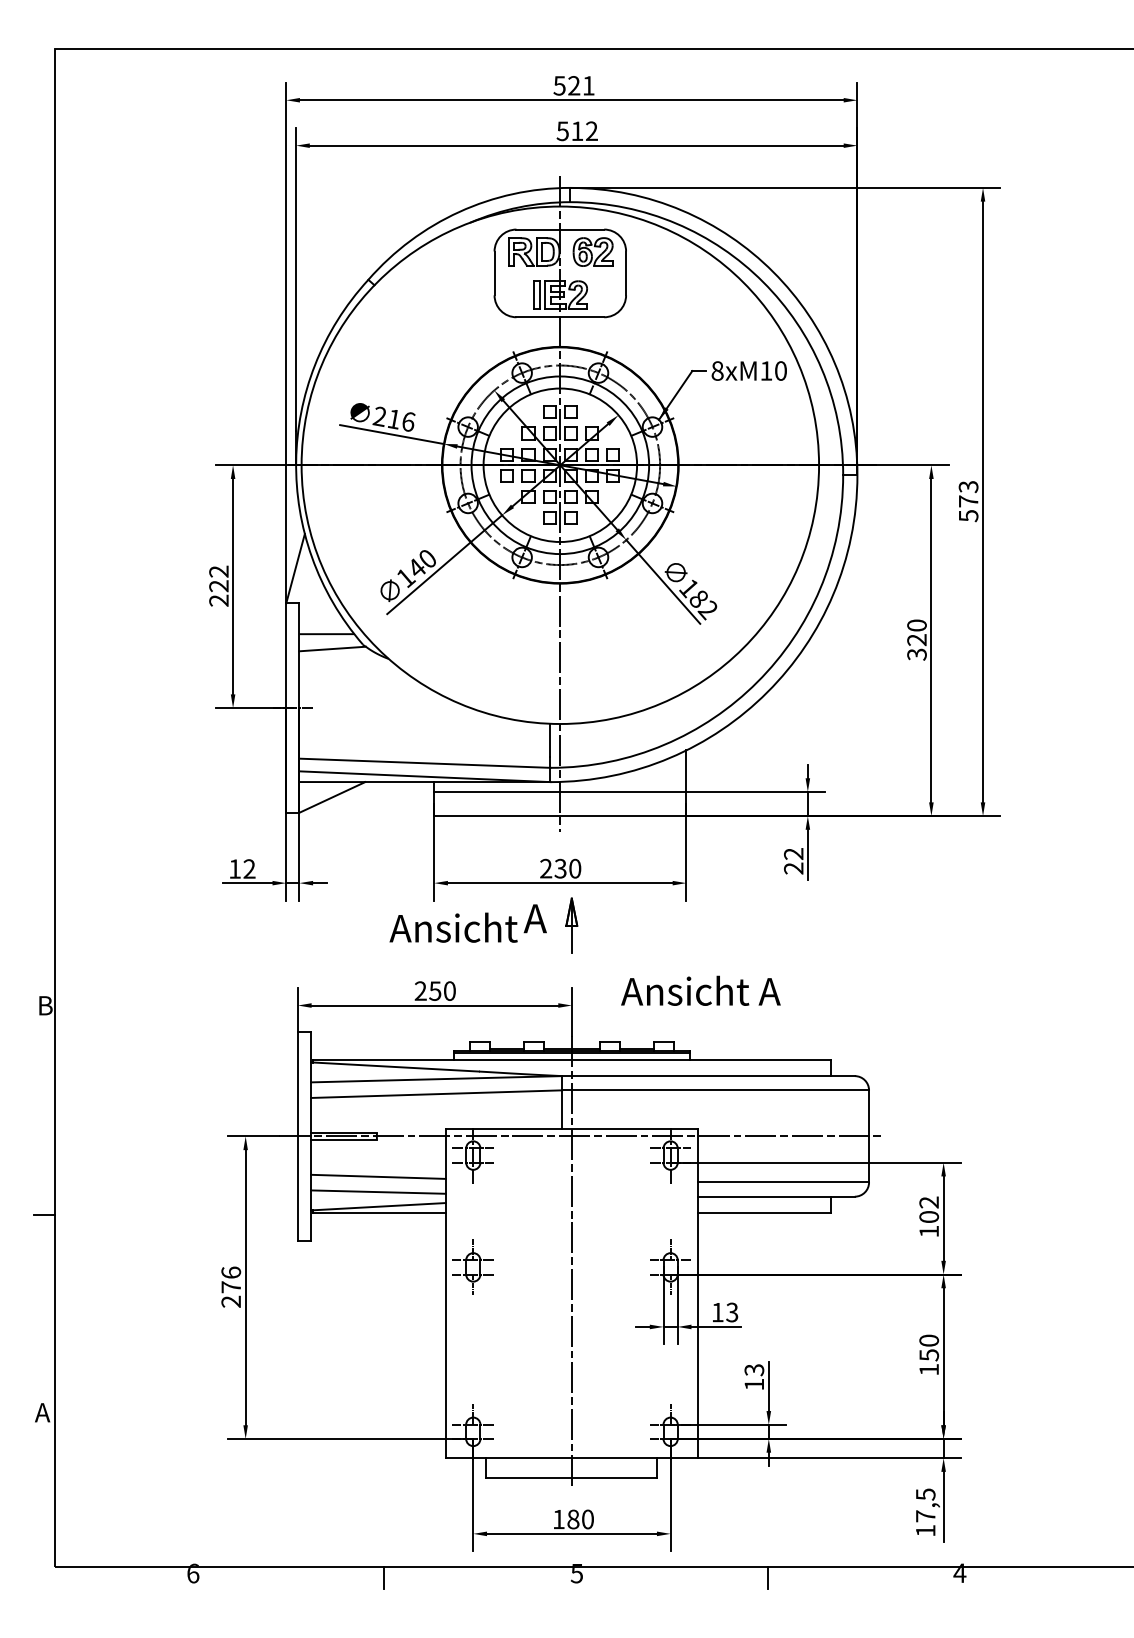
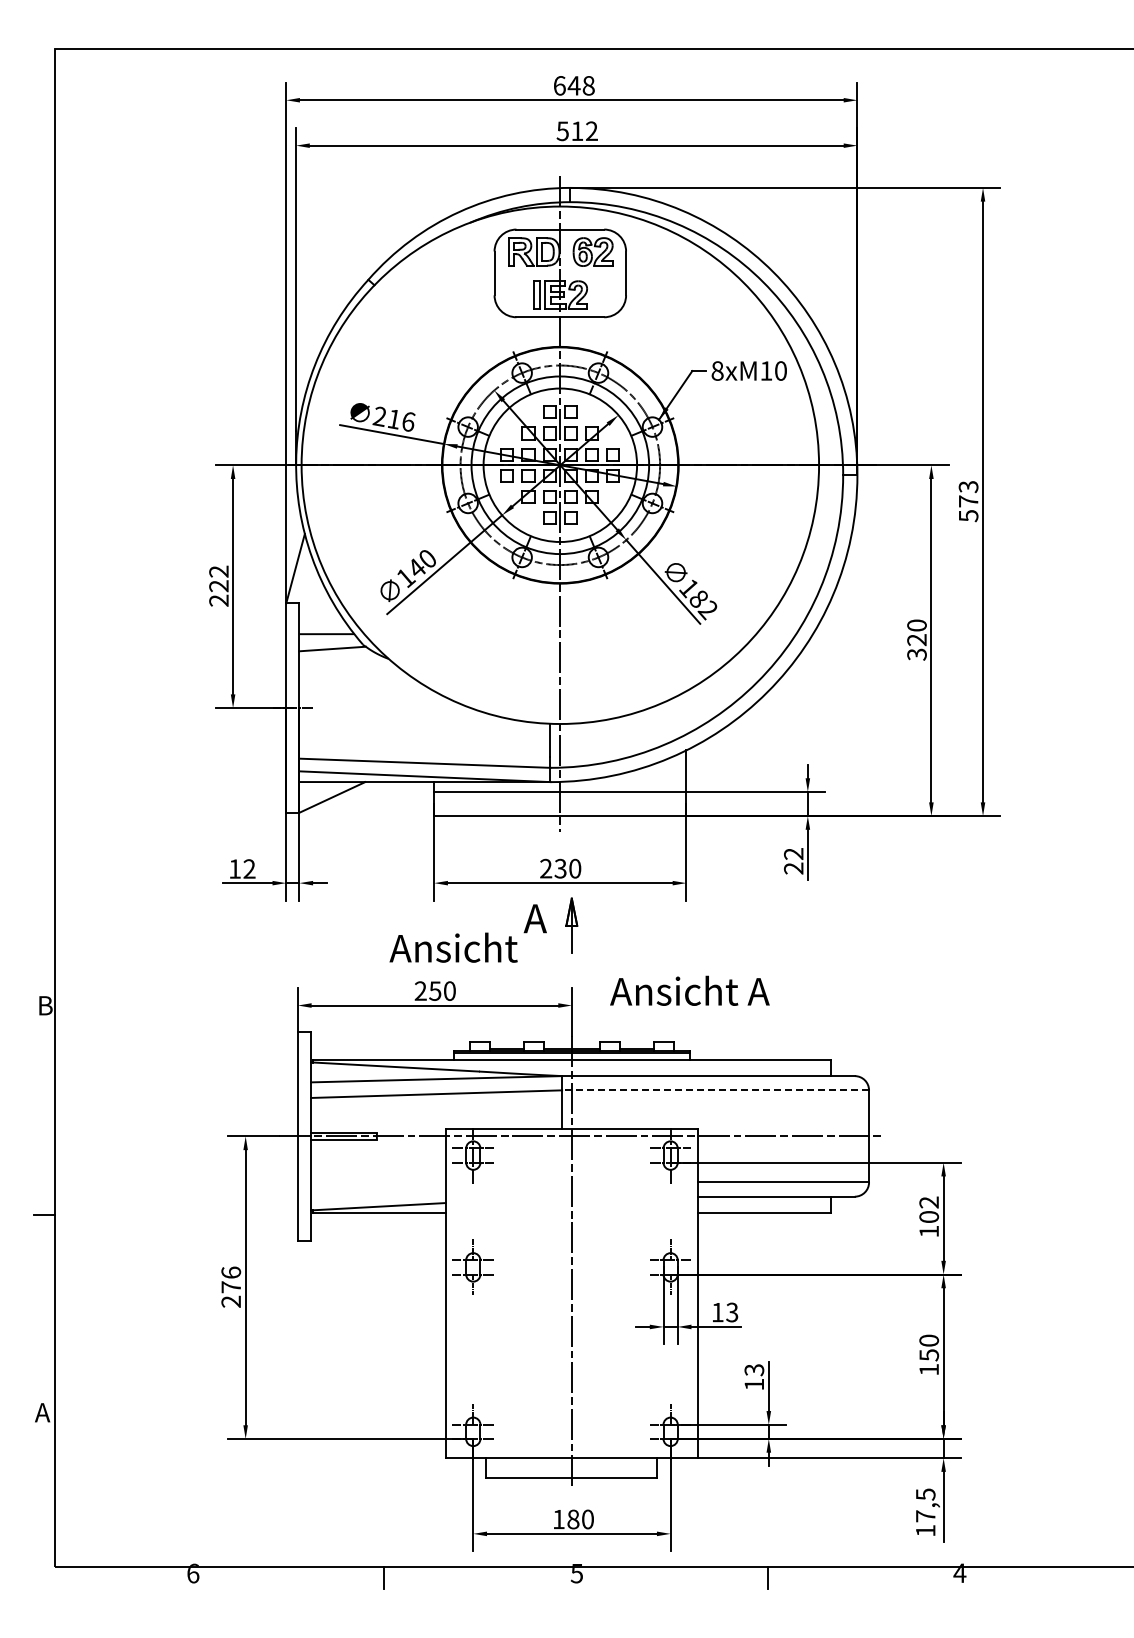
text at (573, 85): 521 -> 648
text at (453, 927) position: (453, 927) -> (453, 947)
text at (700, 990) position: (700, 990) -> (689, 990)
line at (715, 1090): solid -> dashed
line at (378, 1176): present -> none
line at (378, 1191): present -> none
